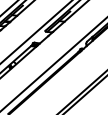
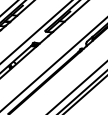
line at (76, 87): none -> present
